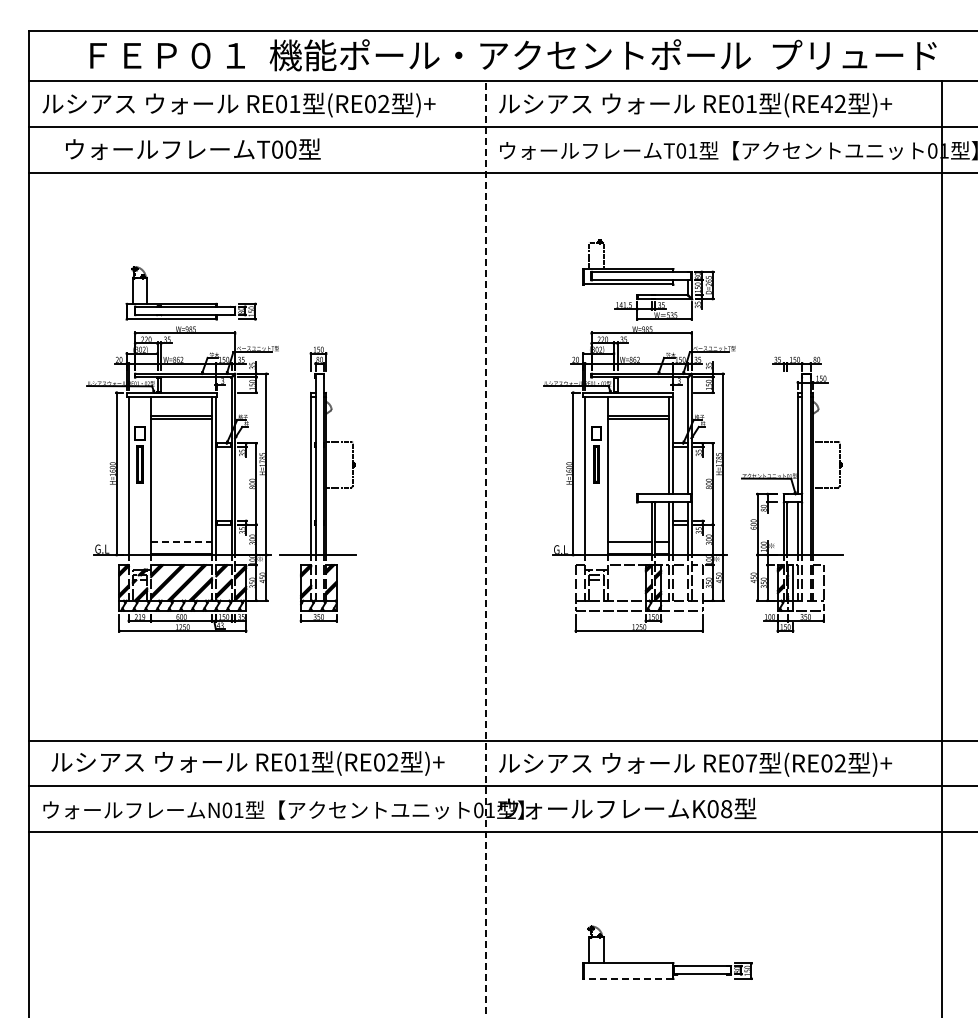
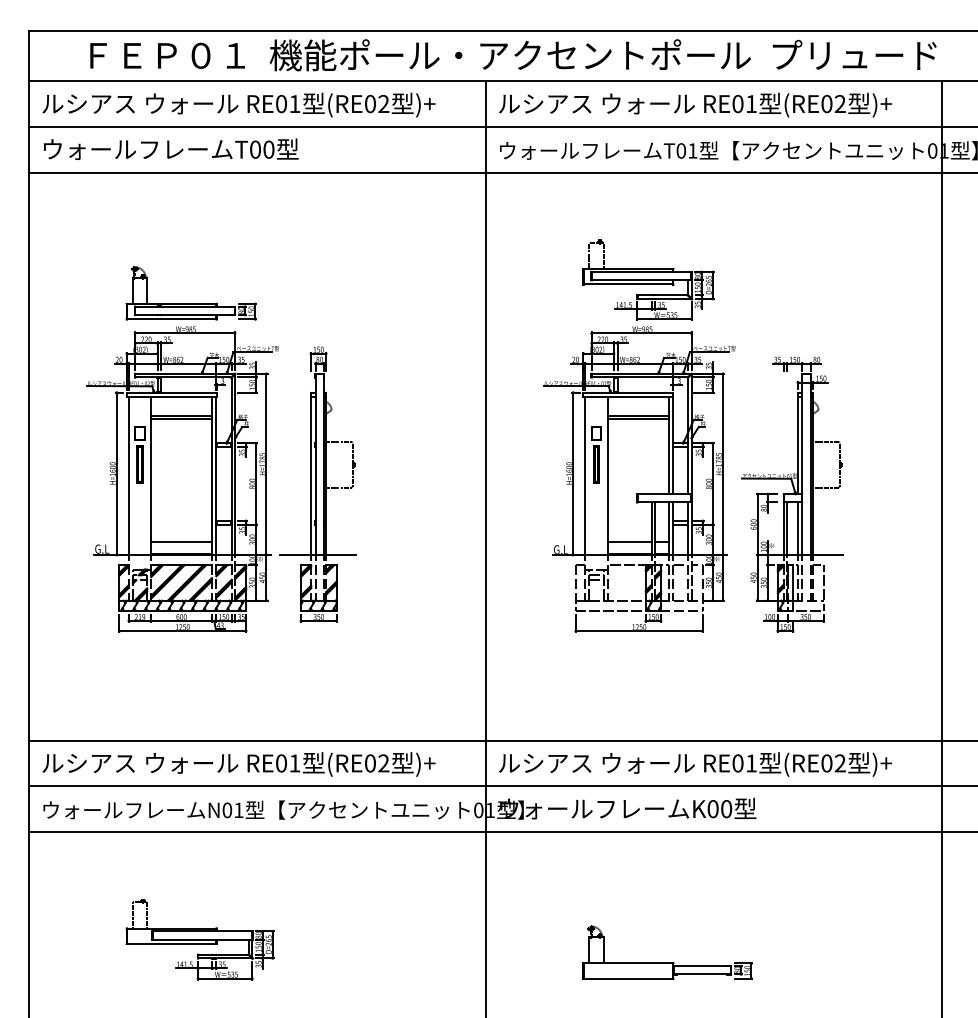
text at (826, 104): (RE42 -> (RE02
text at (193, 148) position: (193, 148) -> (171, 148)
line at (182, 542): dashed -> solid
line at (485, 549): dashed -> solid
text at (247, 763) position: (247, 763) -> (238, 764)
text at (751, 763): RE07 -> RE01
text at (726, 808): K08 -> K00
part at (199, 939): none -> present
line at (628, 978): dashed -> solid
